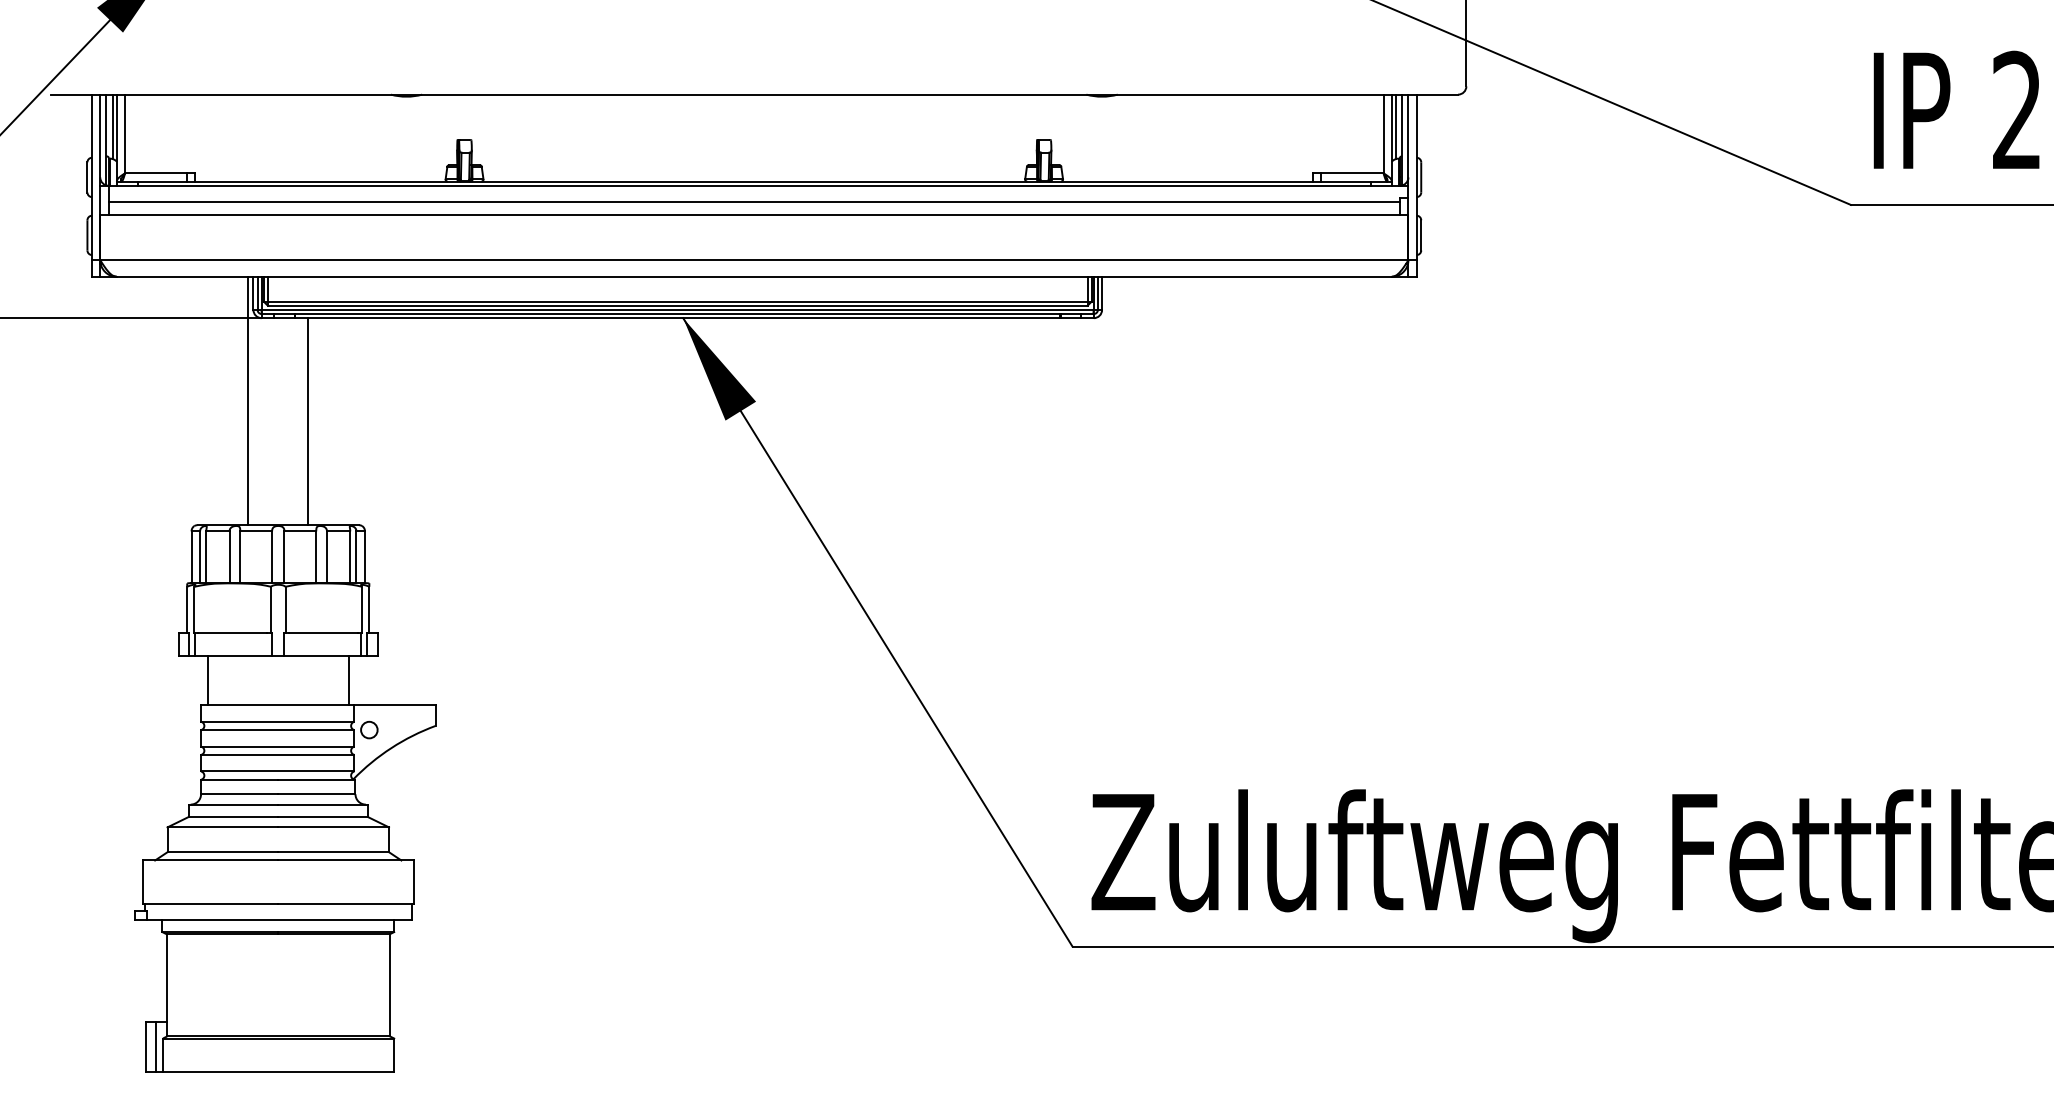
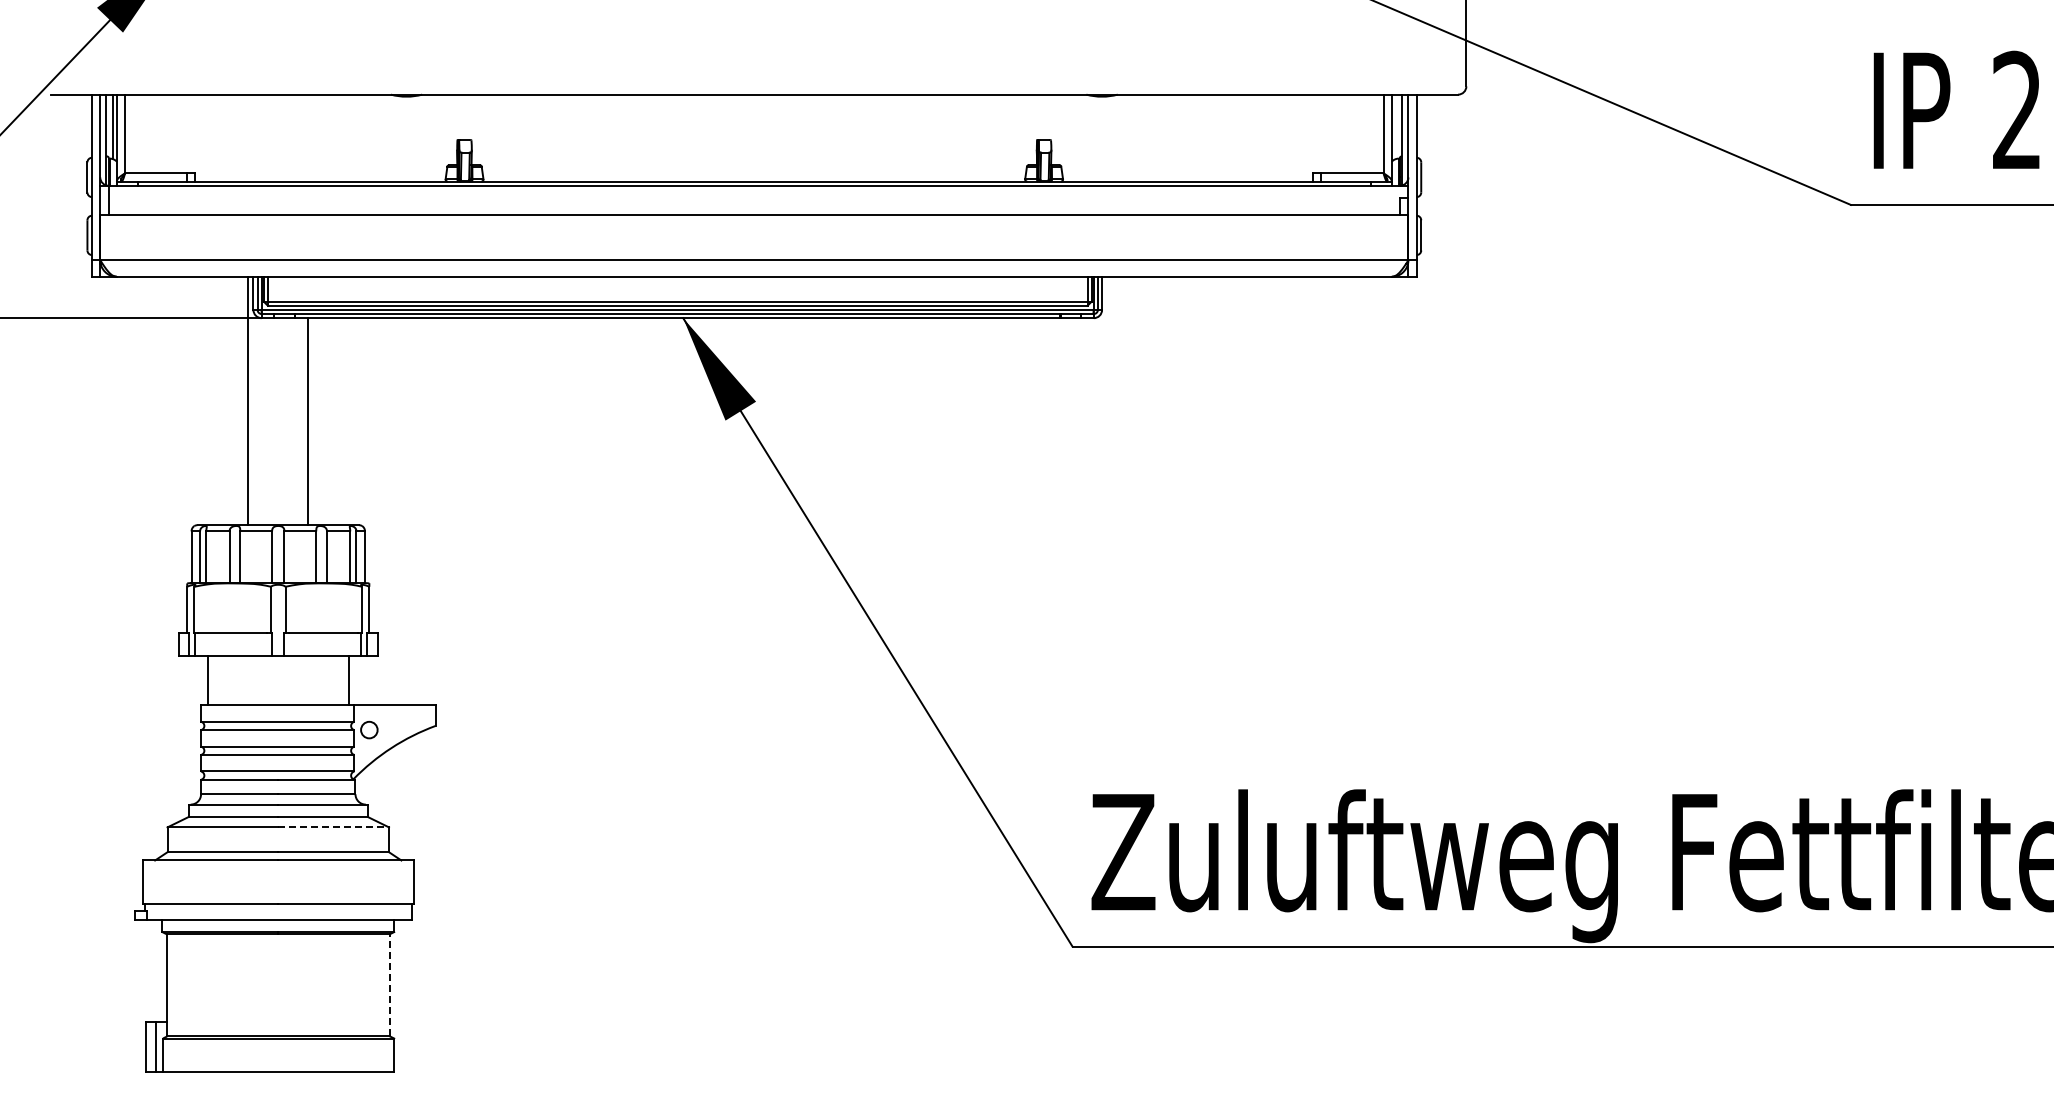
line at (1395, 126): present -> none
line at (754, 202): present -> none
line at (334, 827): solid -> dashed
line at (390, 984): solid -> dashed
